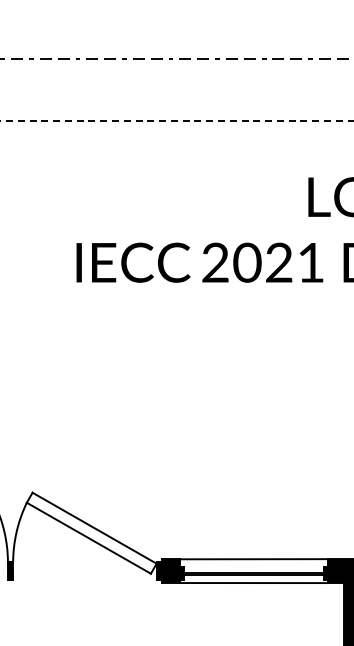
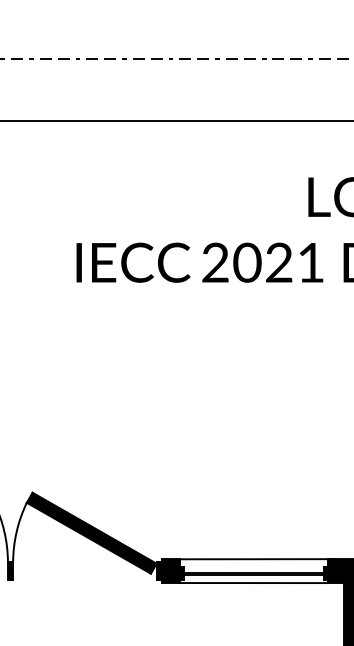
line at (176, 121): dashed -> solid
fill at (91, 532): none -> present
